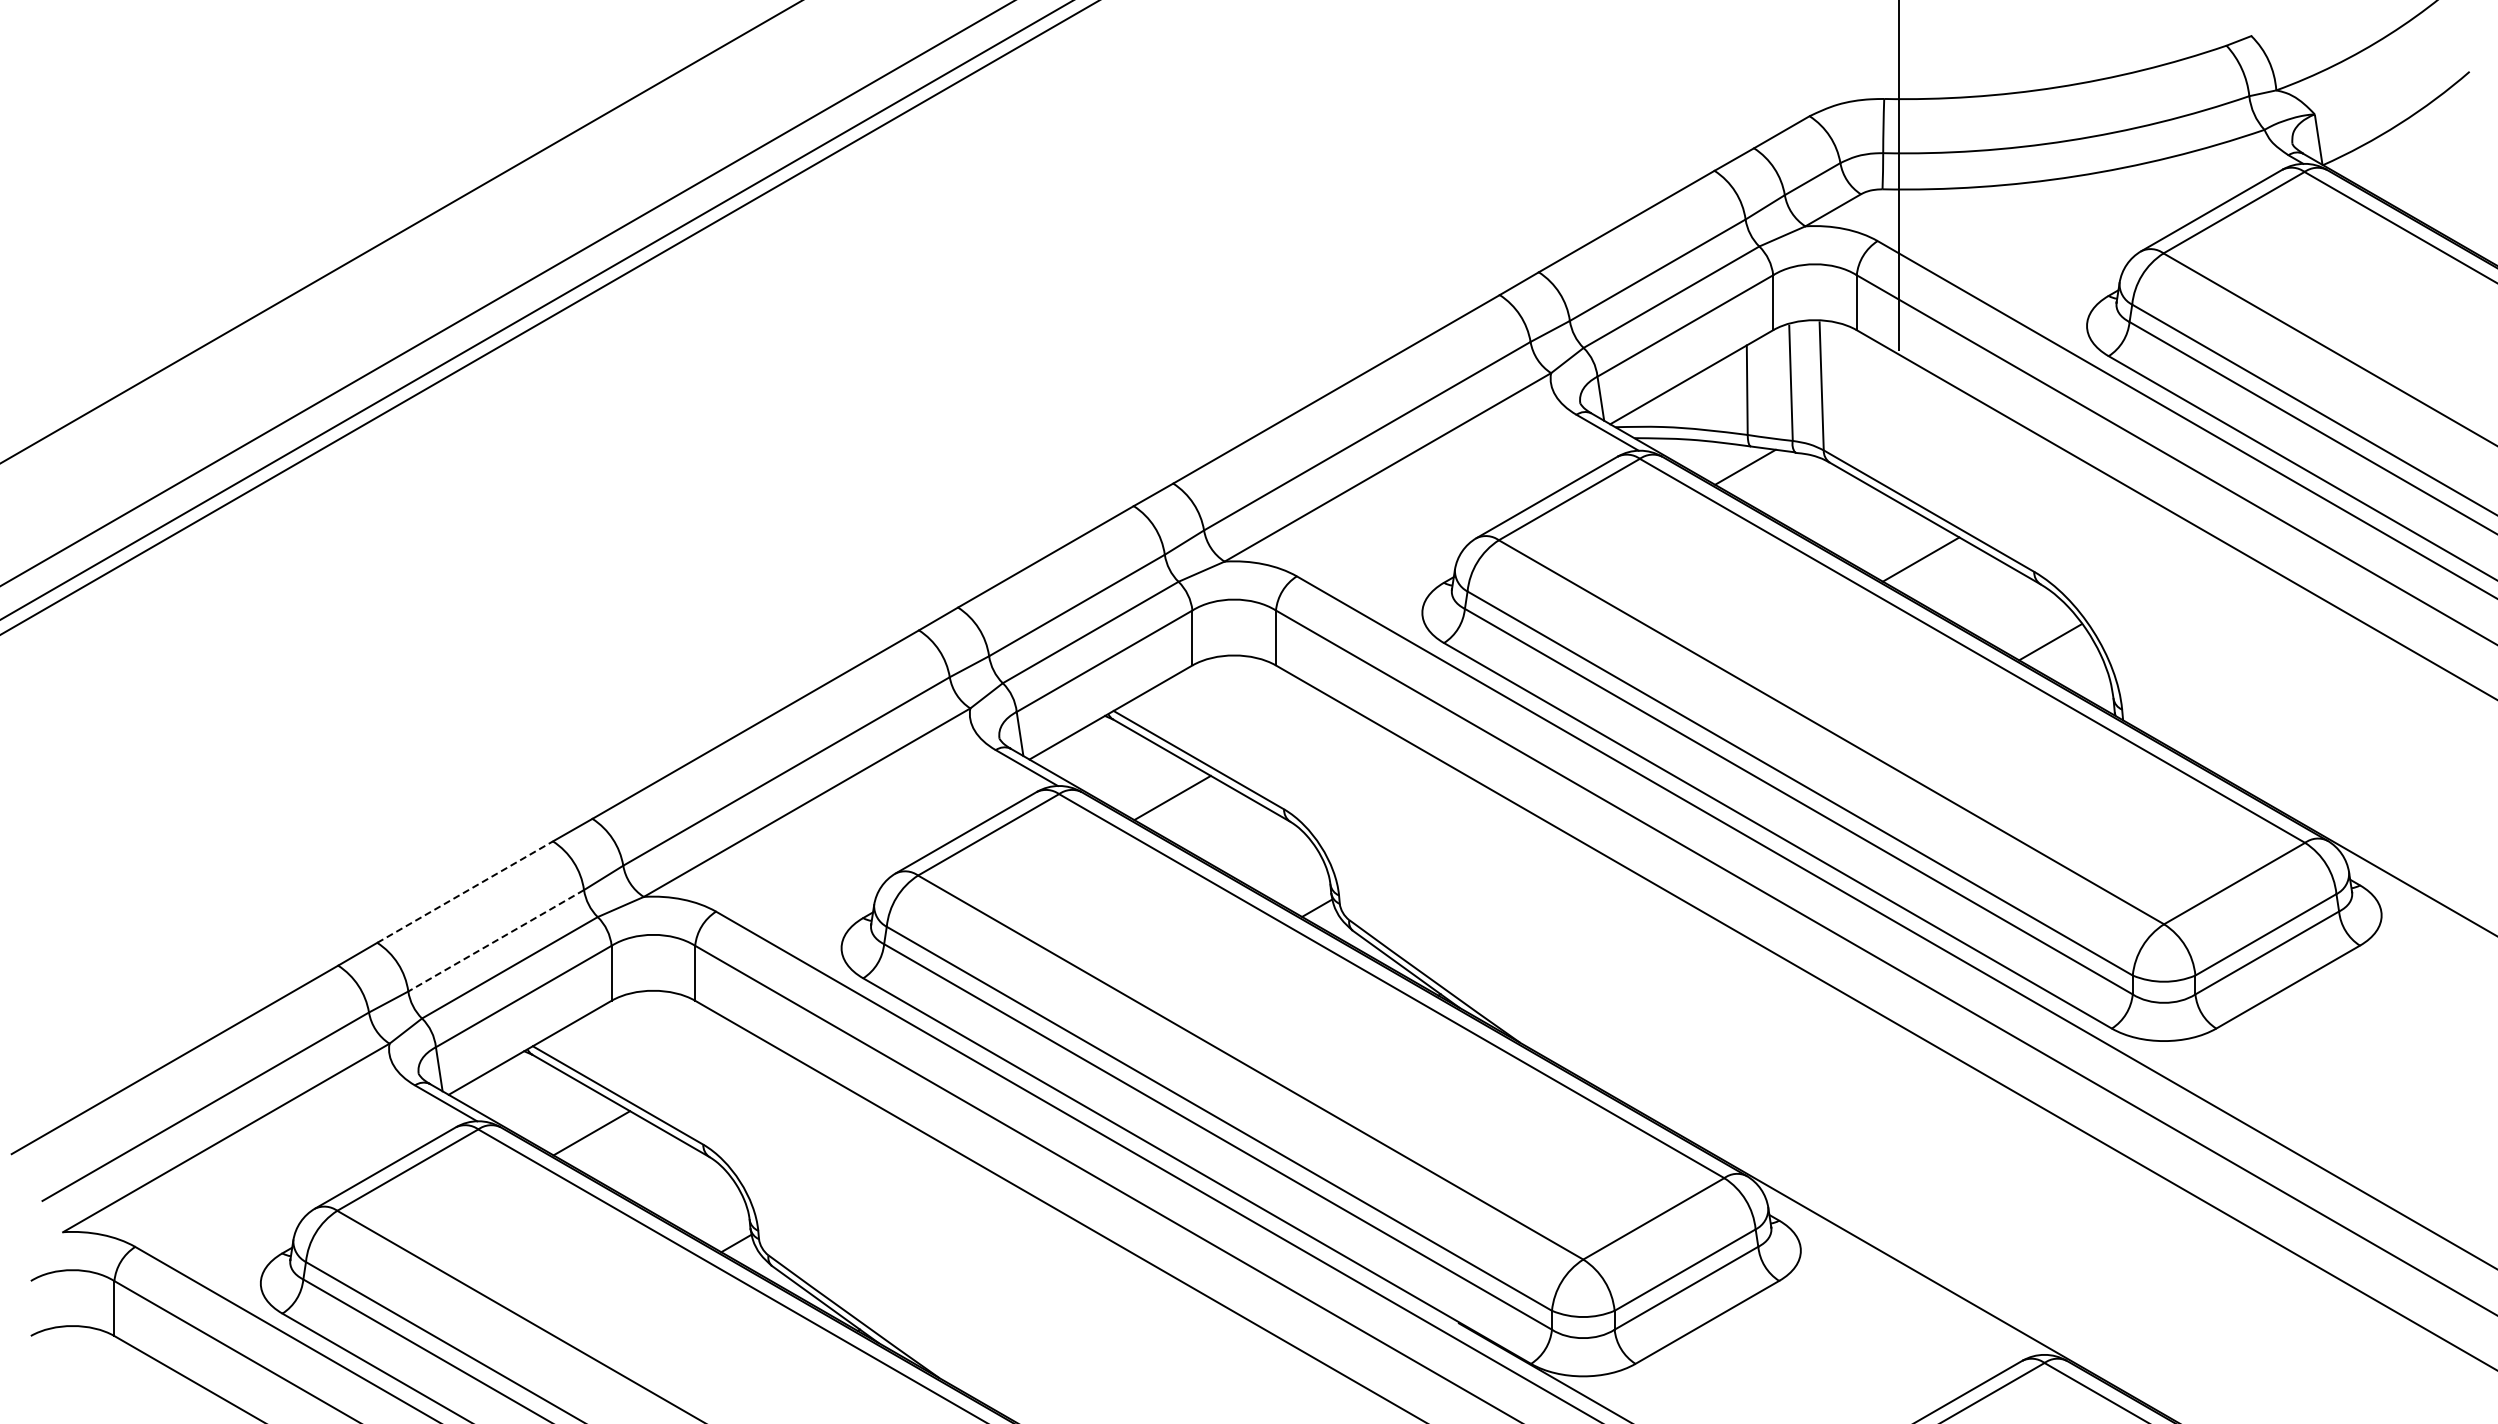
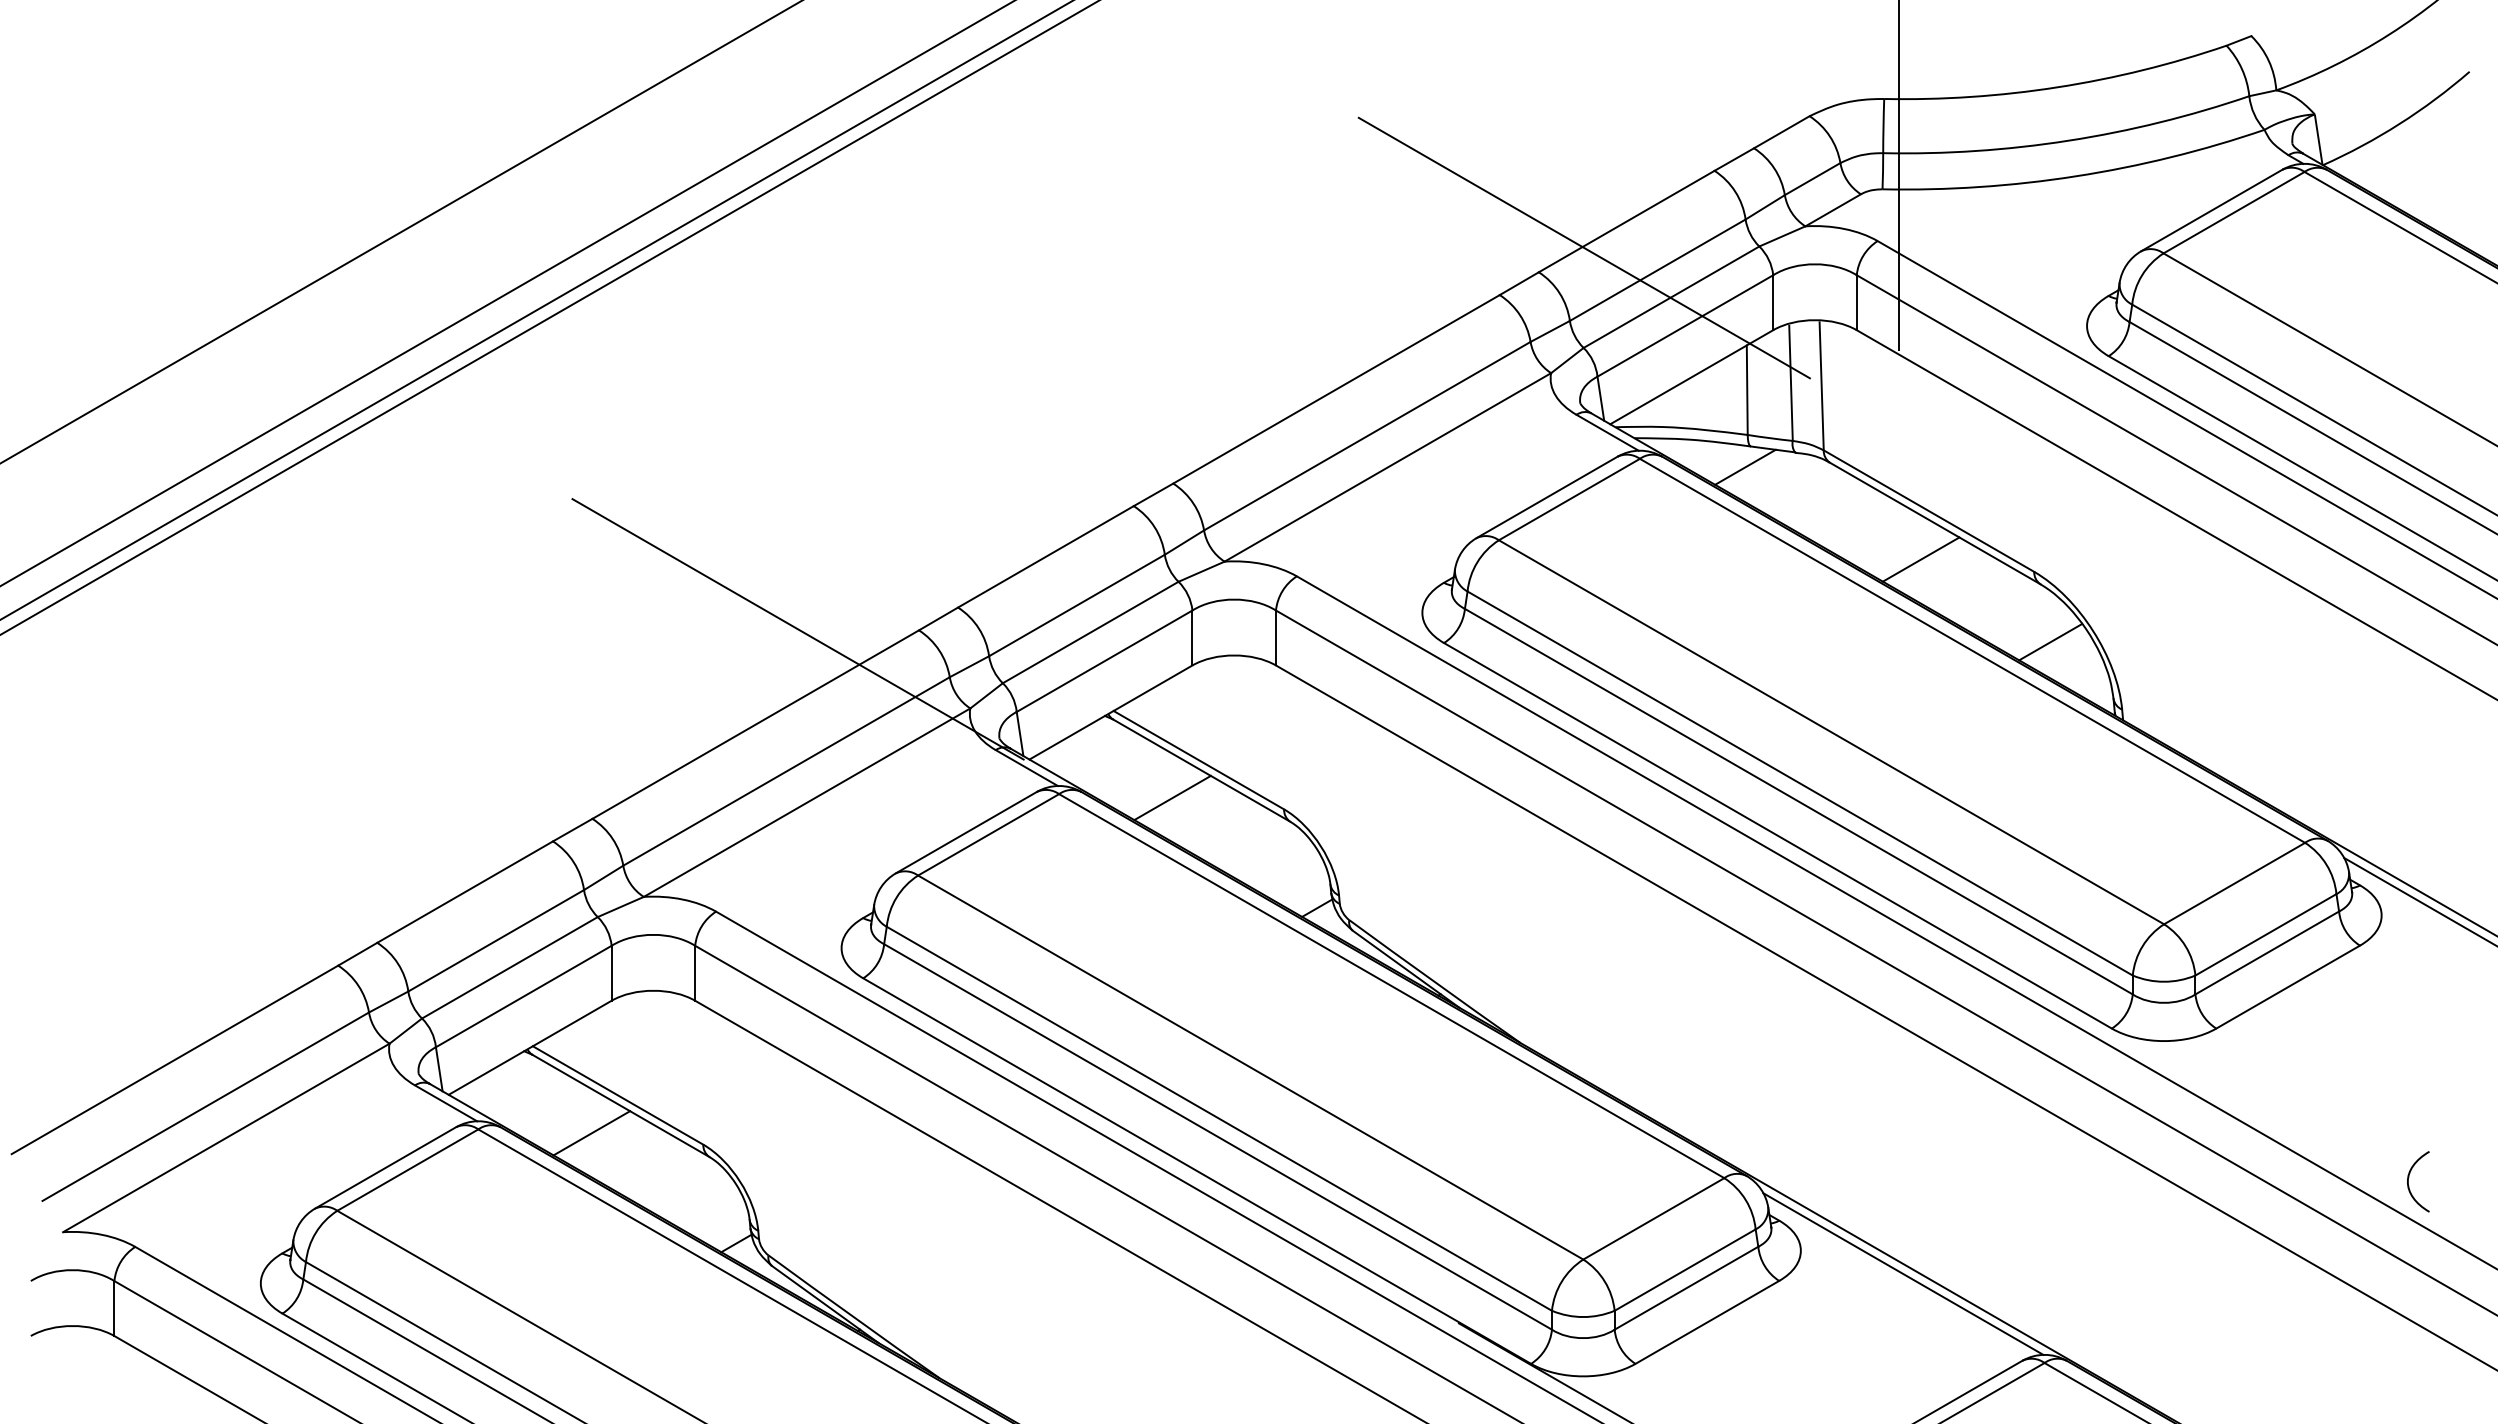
line at (1583, 247): none -> present
line at (797, 629): none -> present
line at (465, 891): dashed -> solid
line at (2419, 901): none -> present
line at (495, 941): dashed -> solid
curve at (2409, 1177): none -> present
line at (1903, 1273): none -> present
